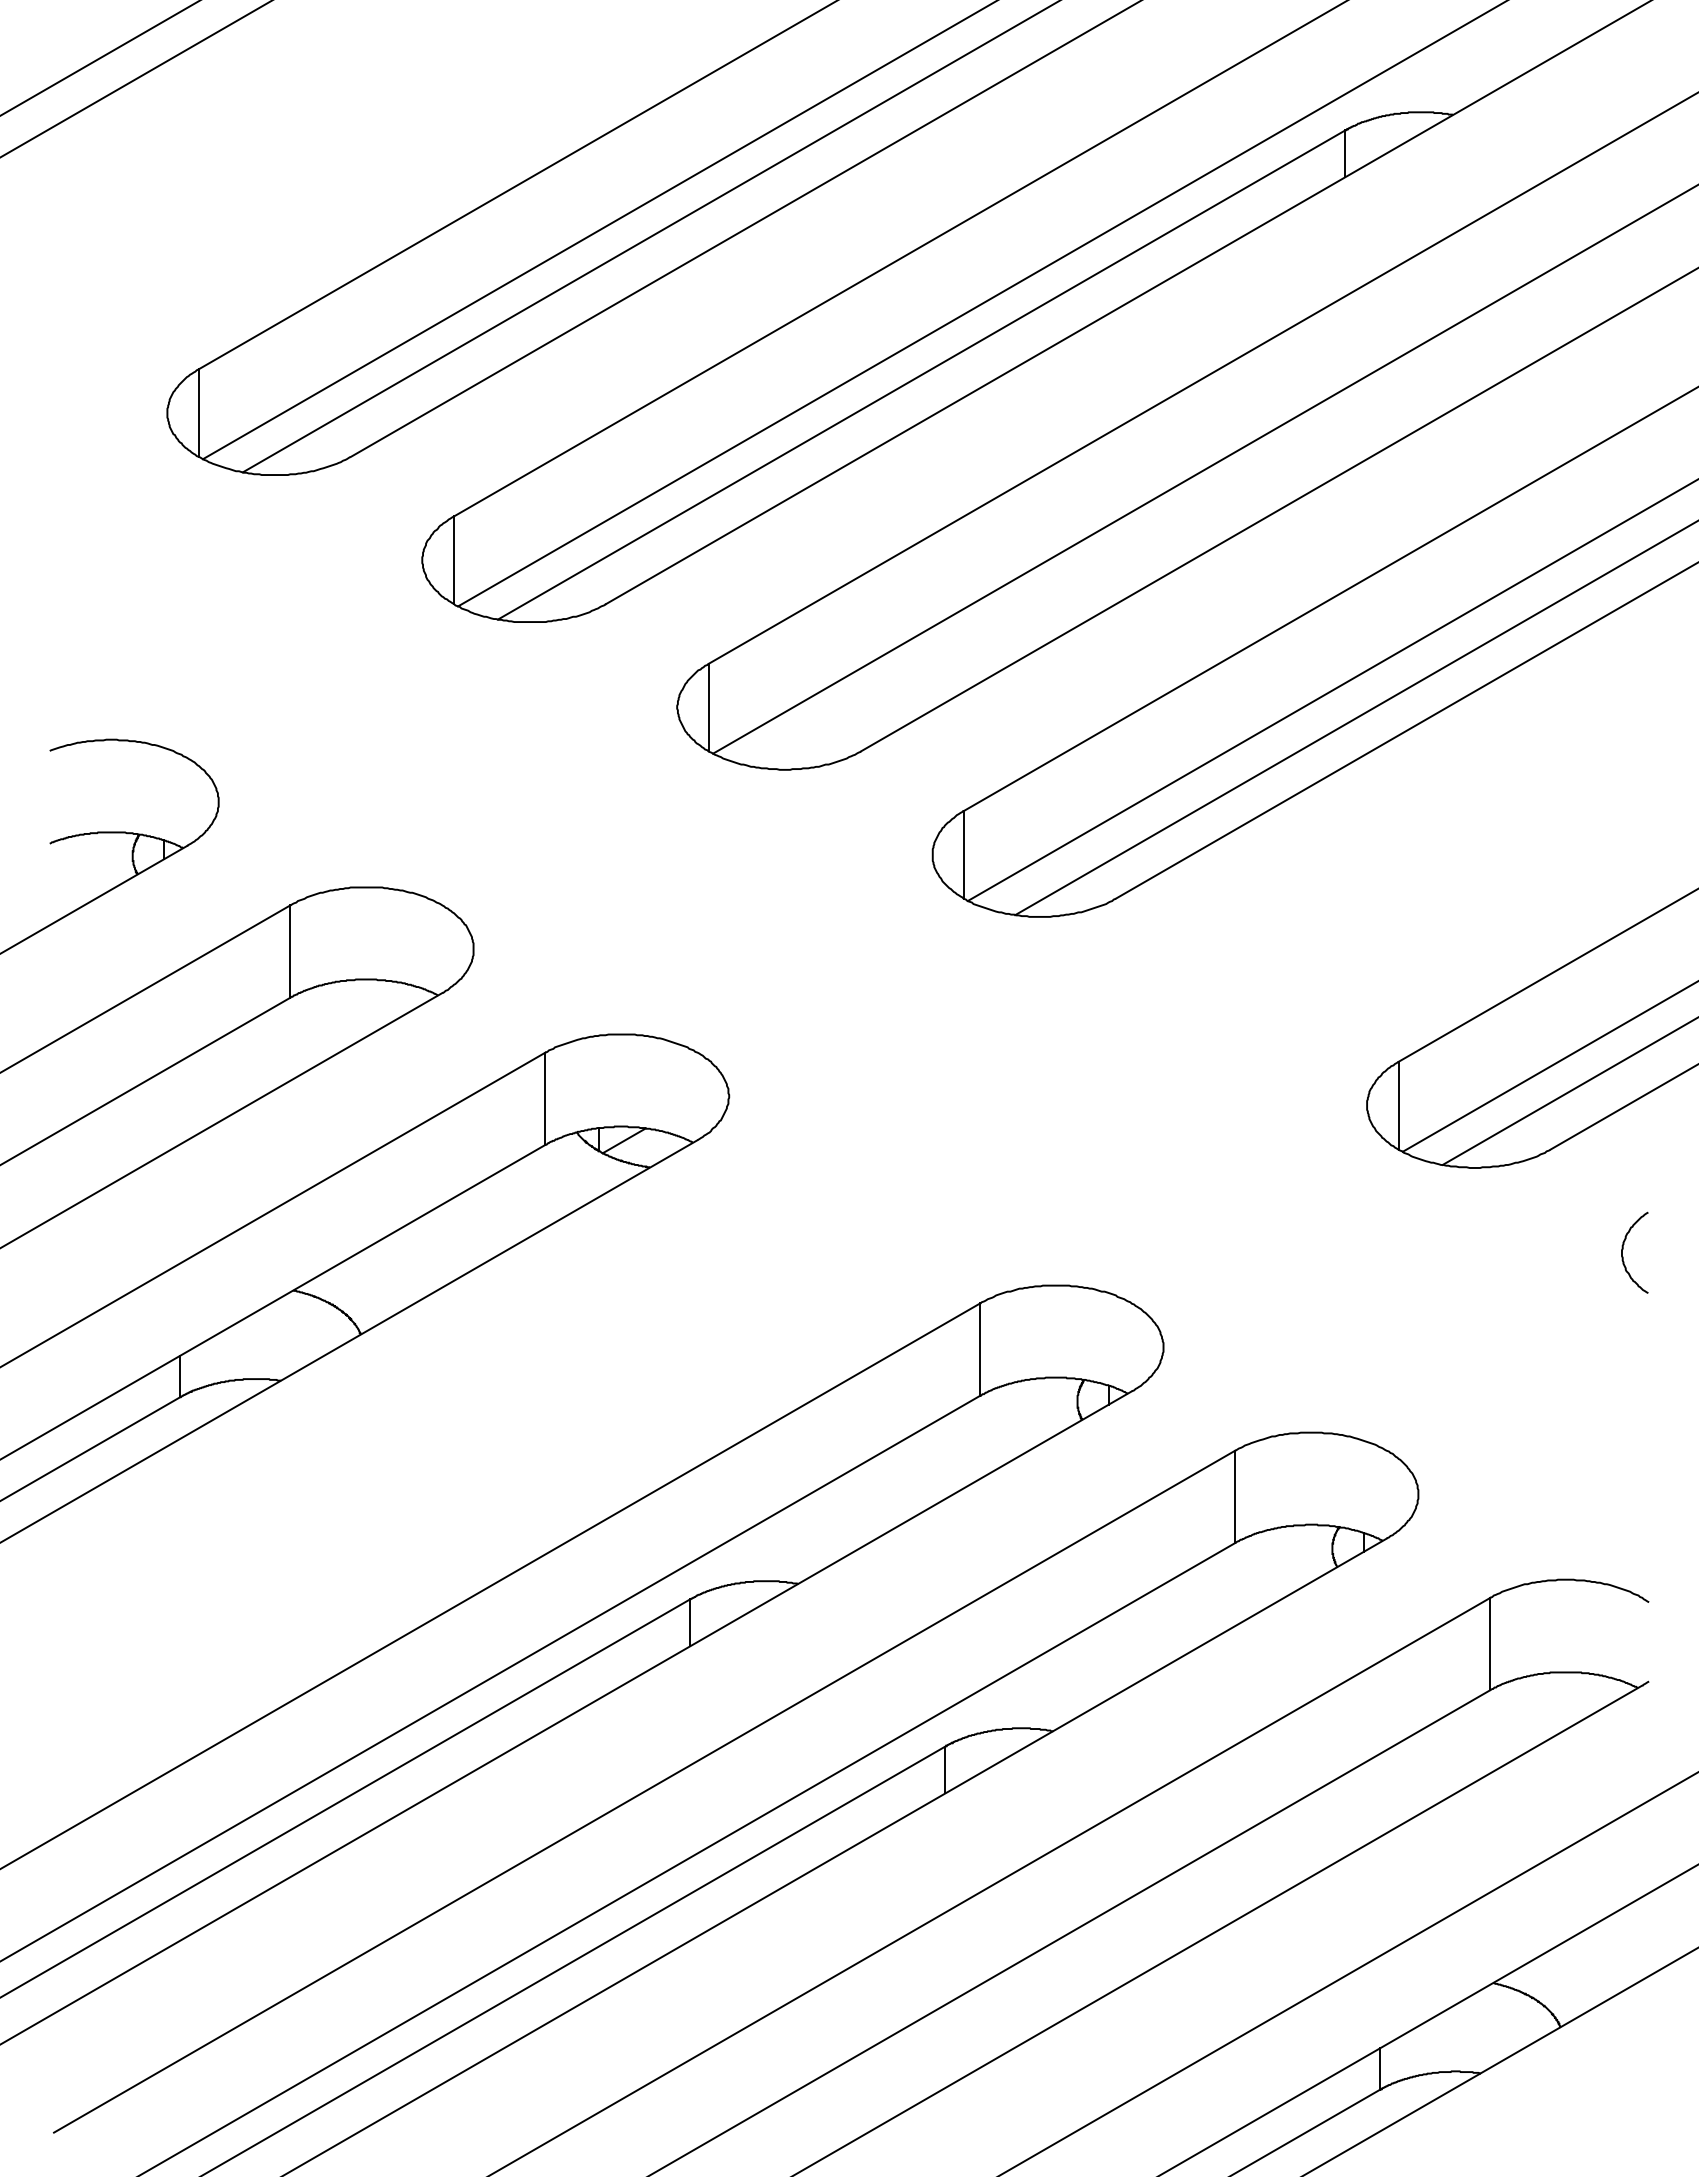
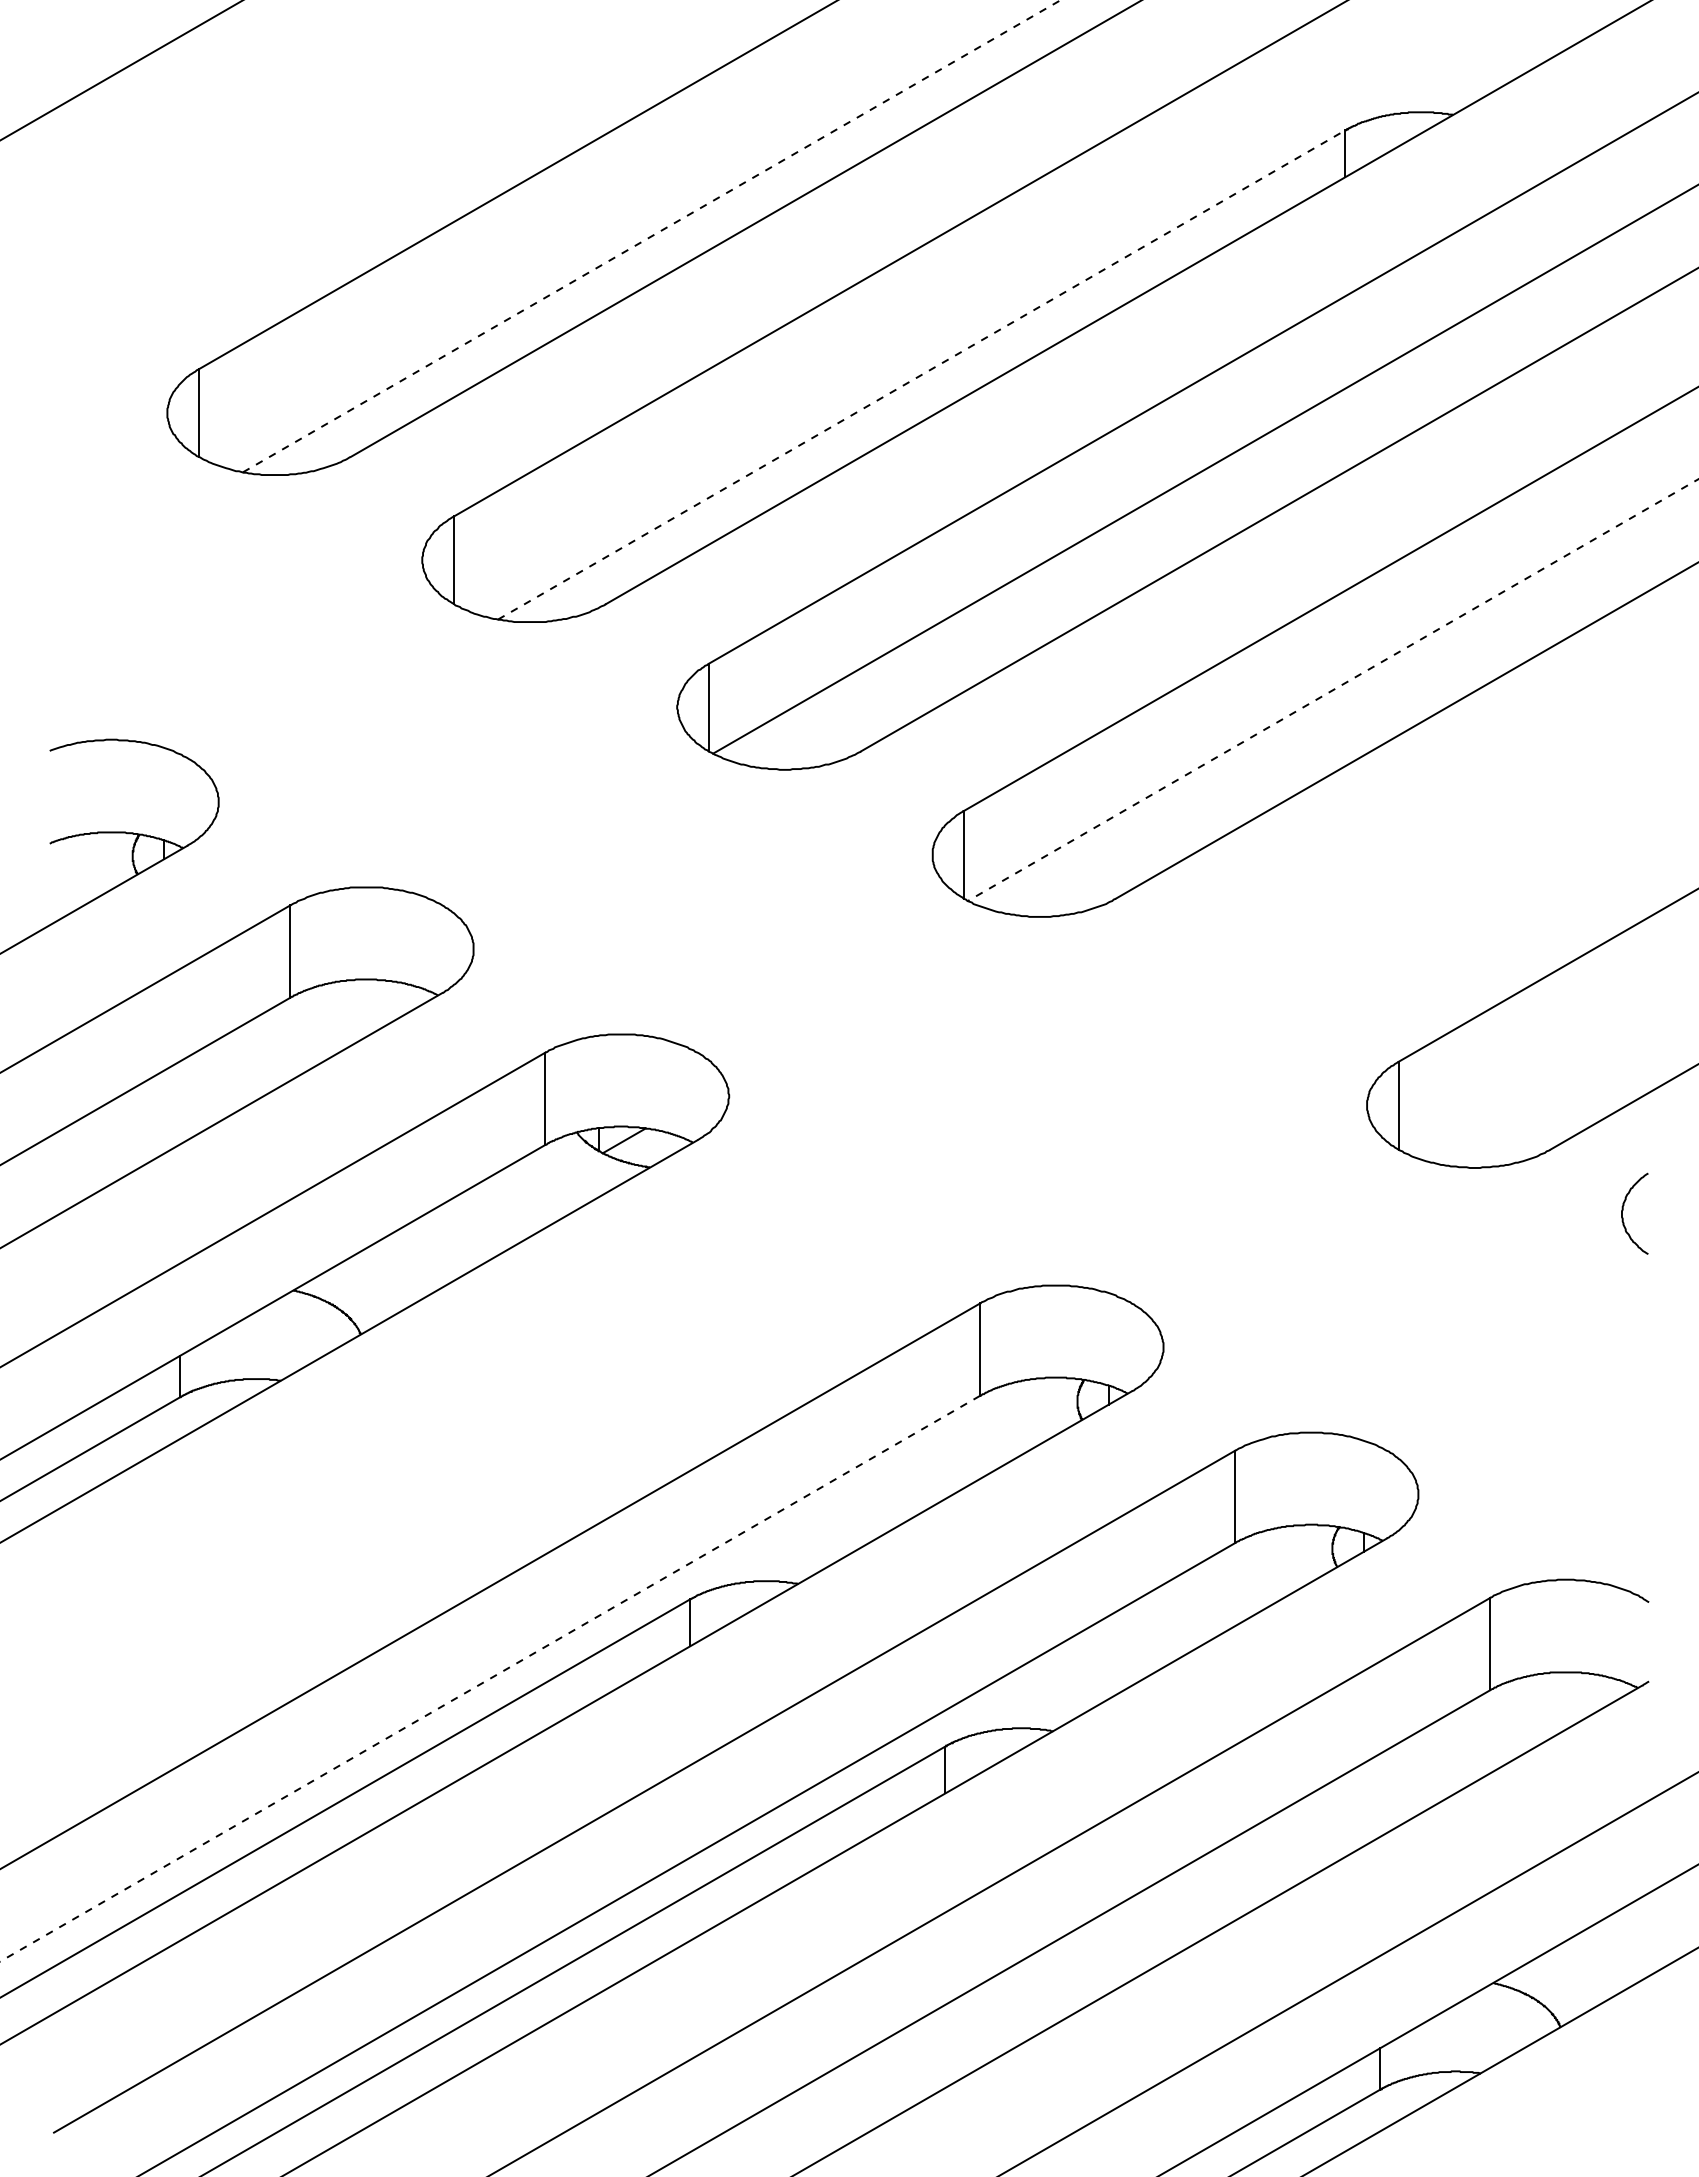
line at (99, 58): present -> none
line at (135, 79) position: (135, 79) -> (120, 70)
line at (598, 230): present -> none
line at (652, 235): solid -> dashed
line at (981, 304): present -> none
line at (922, 374): solid -> dashed
line at (1333, 689): solid -> dashed
line at (1355, 718): present -> none
line at (1548, 1066): present -> none
line at (1568, 1091): present -> none
curve at (1623, 1249) position: (1623, 1249) -> (1623, 1210)
line at (489, 1678): solid -> dashed
